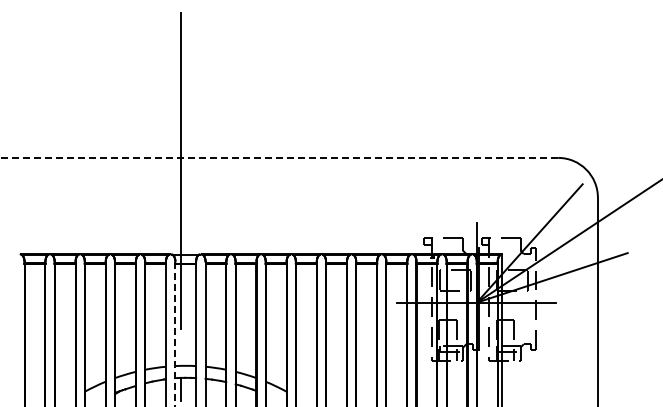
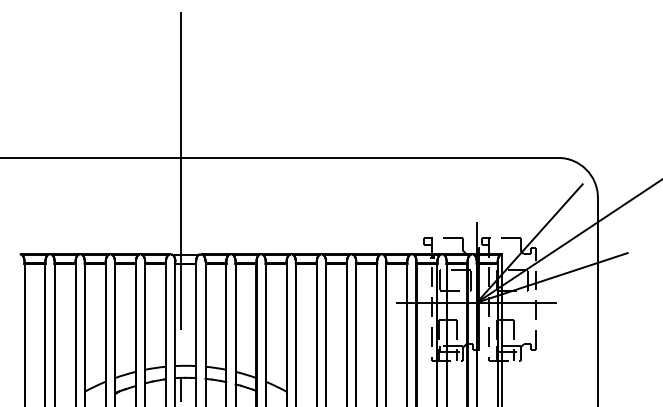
line at (279, 157): dashed -> solid
line at (175, 334): dashed -> solid
